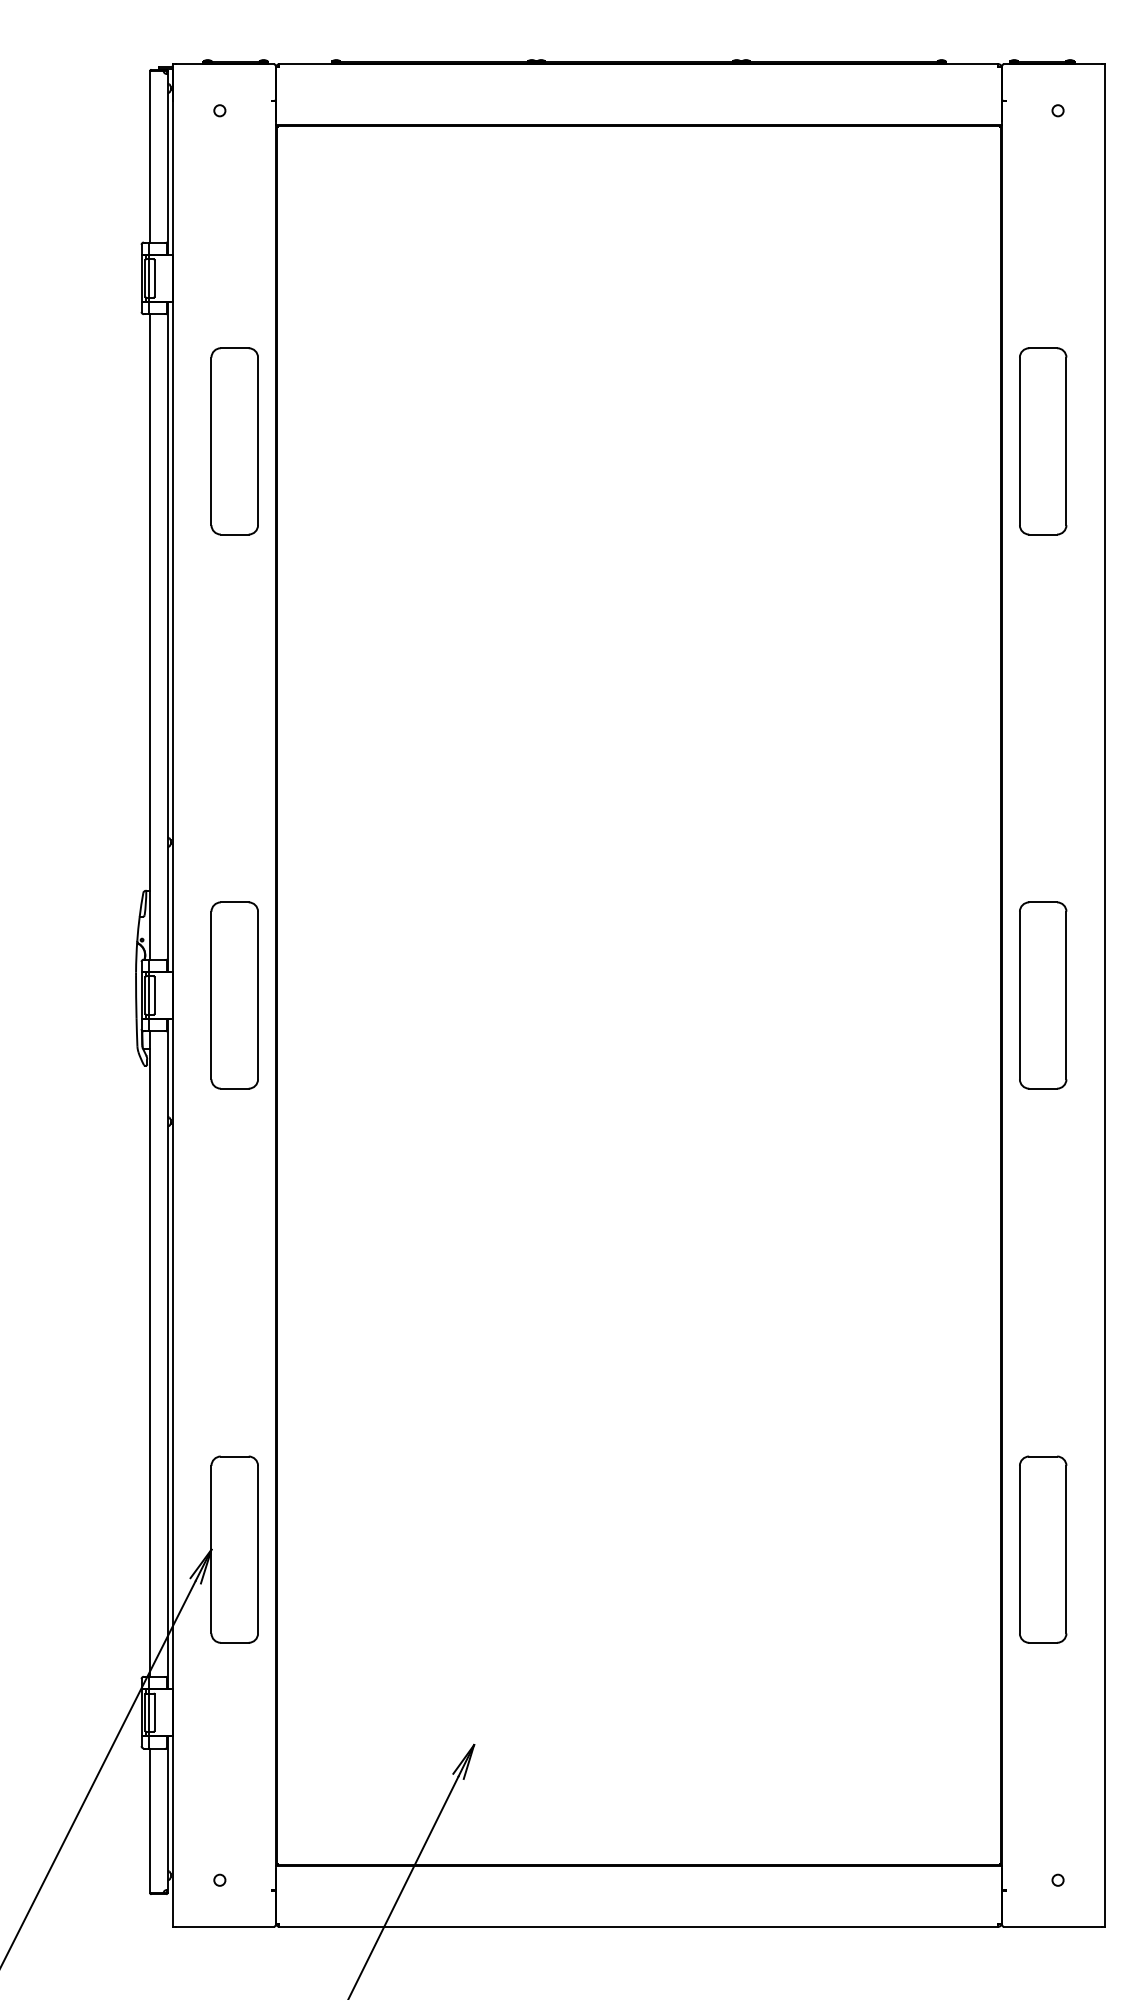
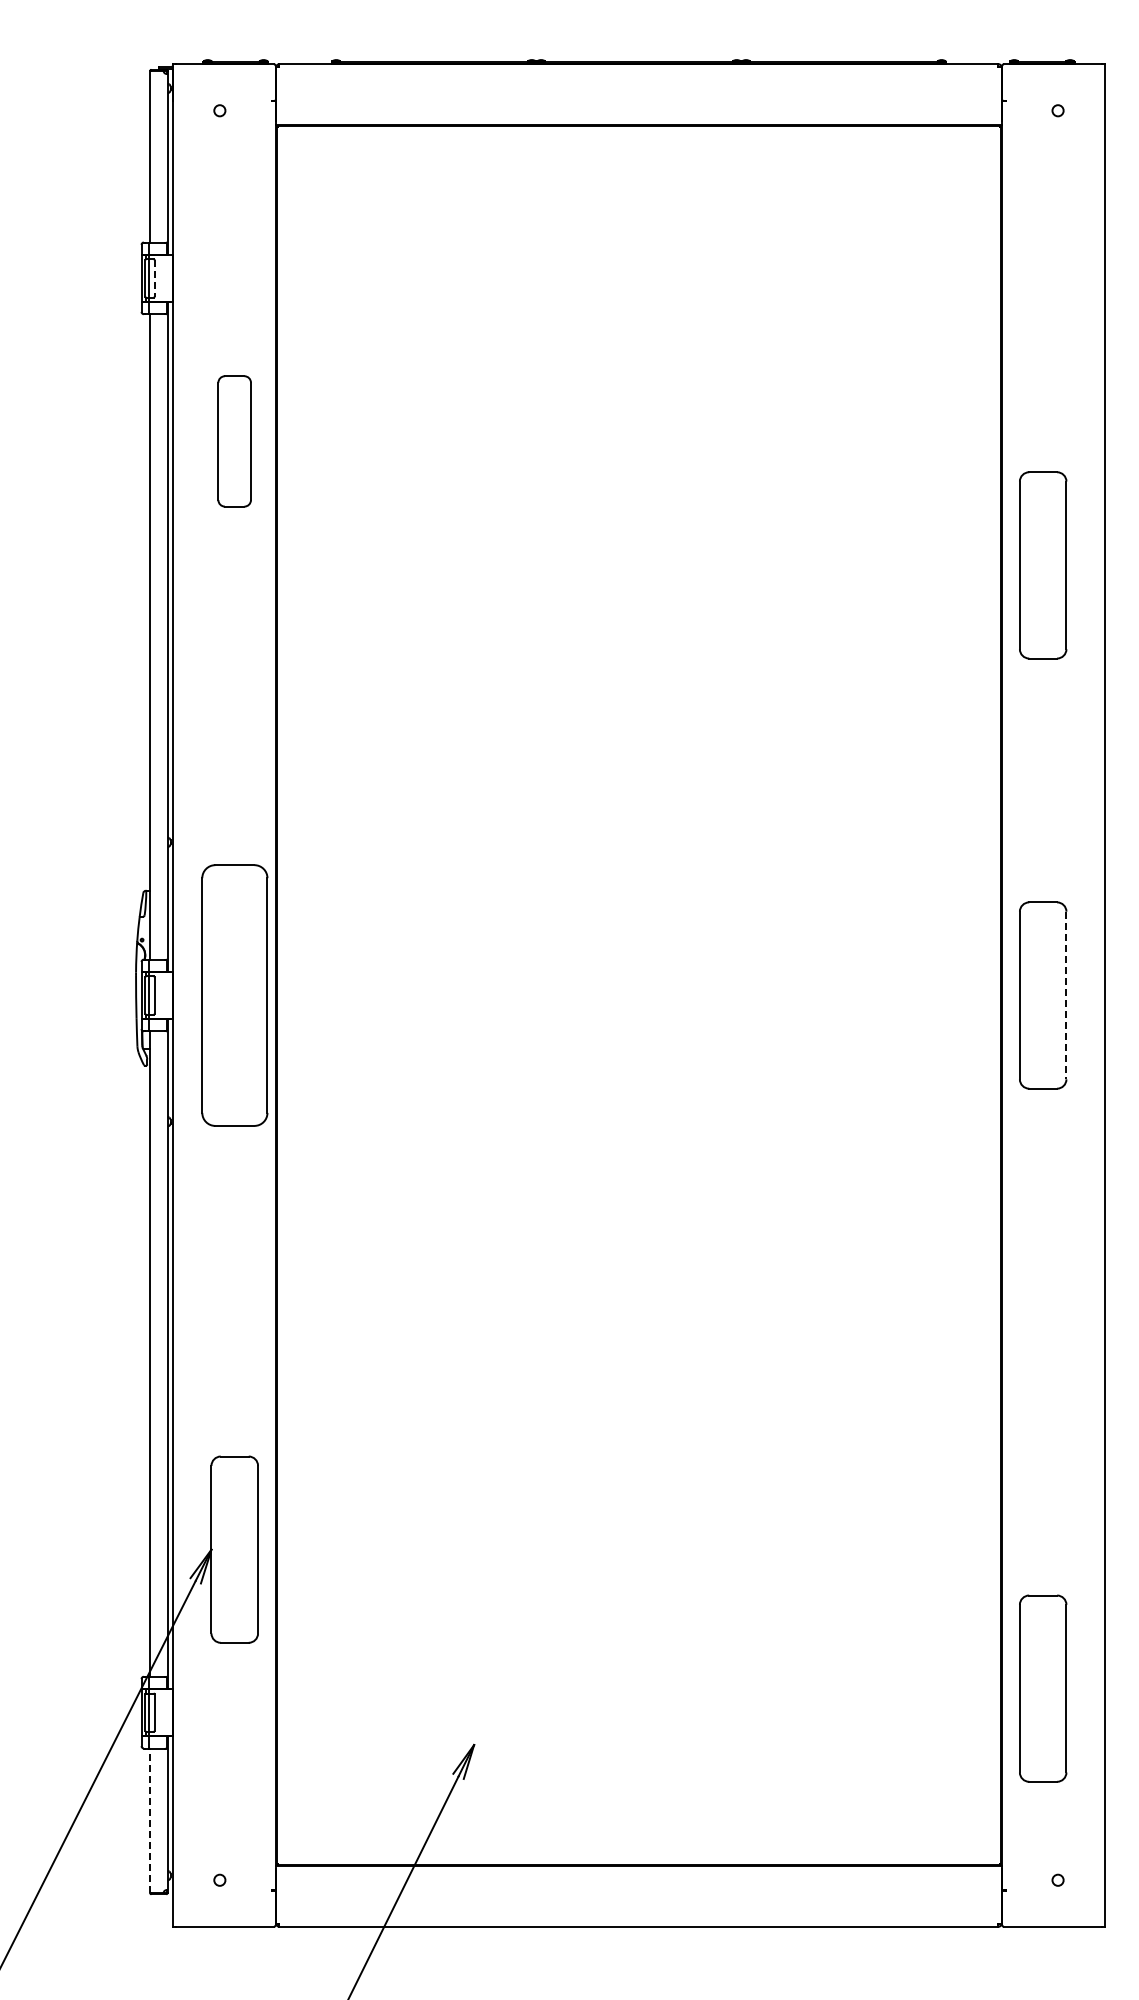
line at (154, 278): solid -> dashed
part at (234, 441) size: 49x189 px -> 35x133 px
part at (1043, 441) position: (1043, 441) -> (1043, 565)
part at (234, 995) size: 49x189 px -> 68x263 px
line at (1066, 995): solid -> dashed
part at (1043, 1549) position: (1043, 1549) -> (1043, 1688)
line at (150, 1820): solid -> dashed
